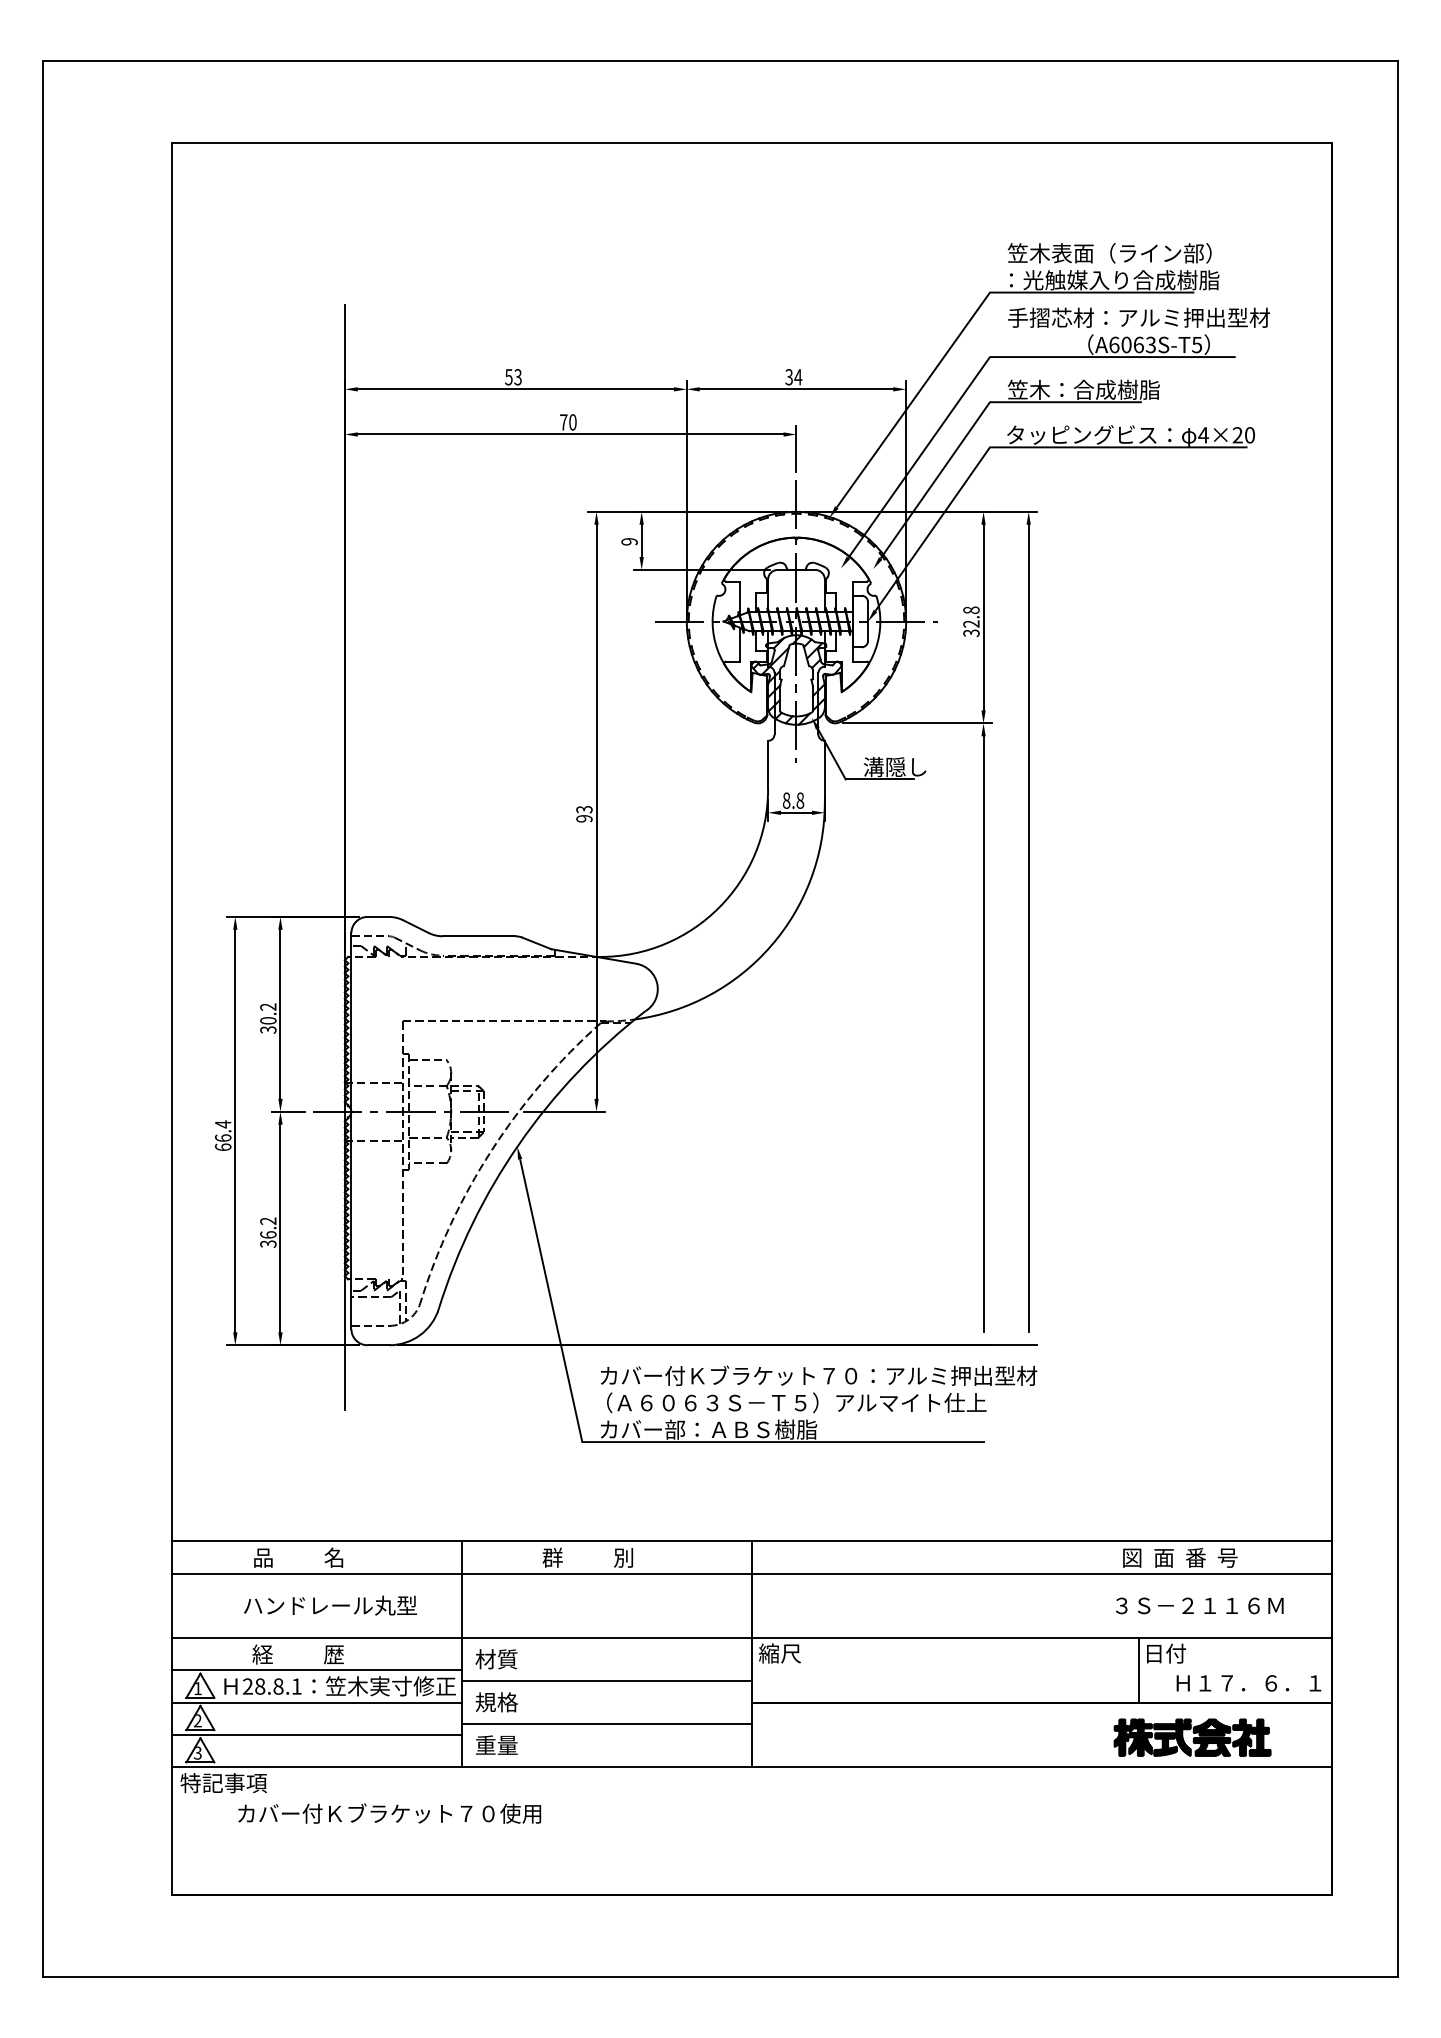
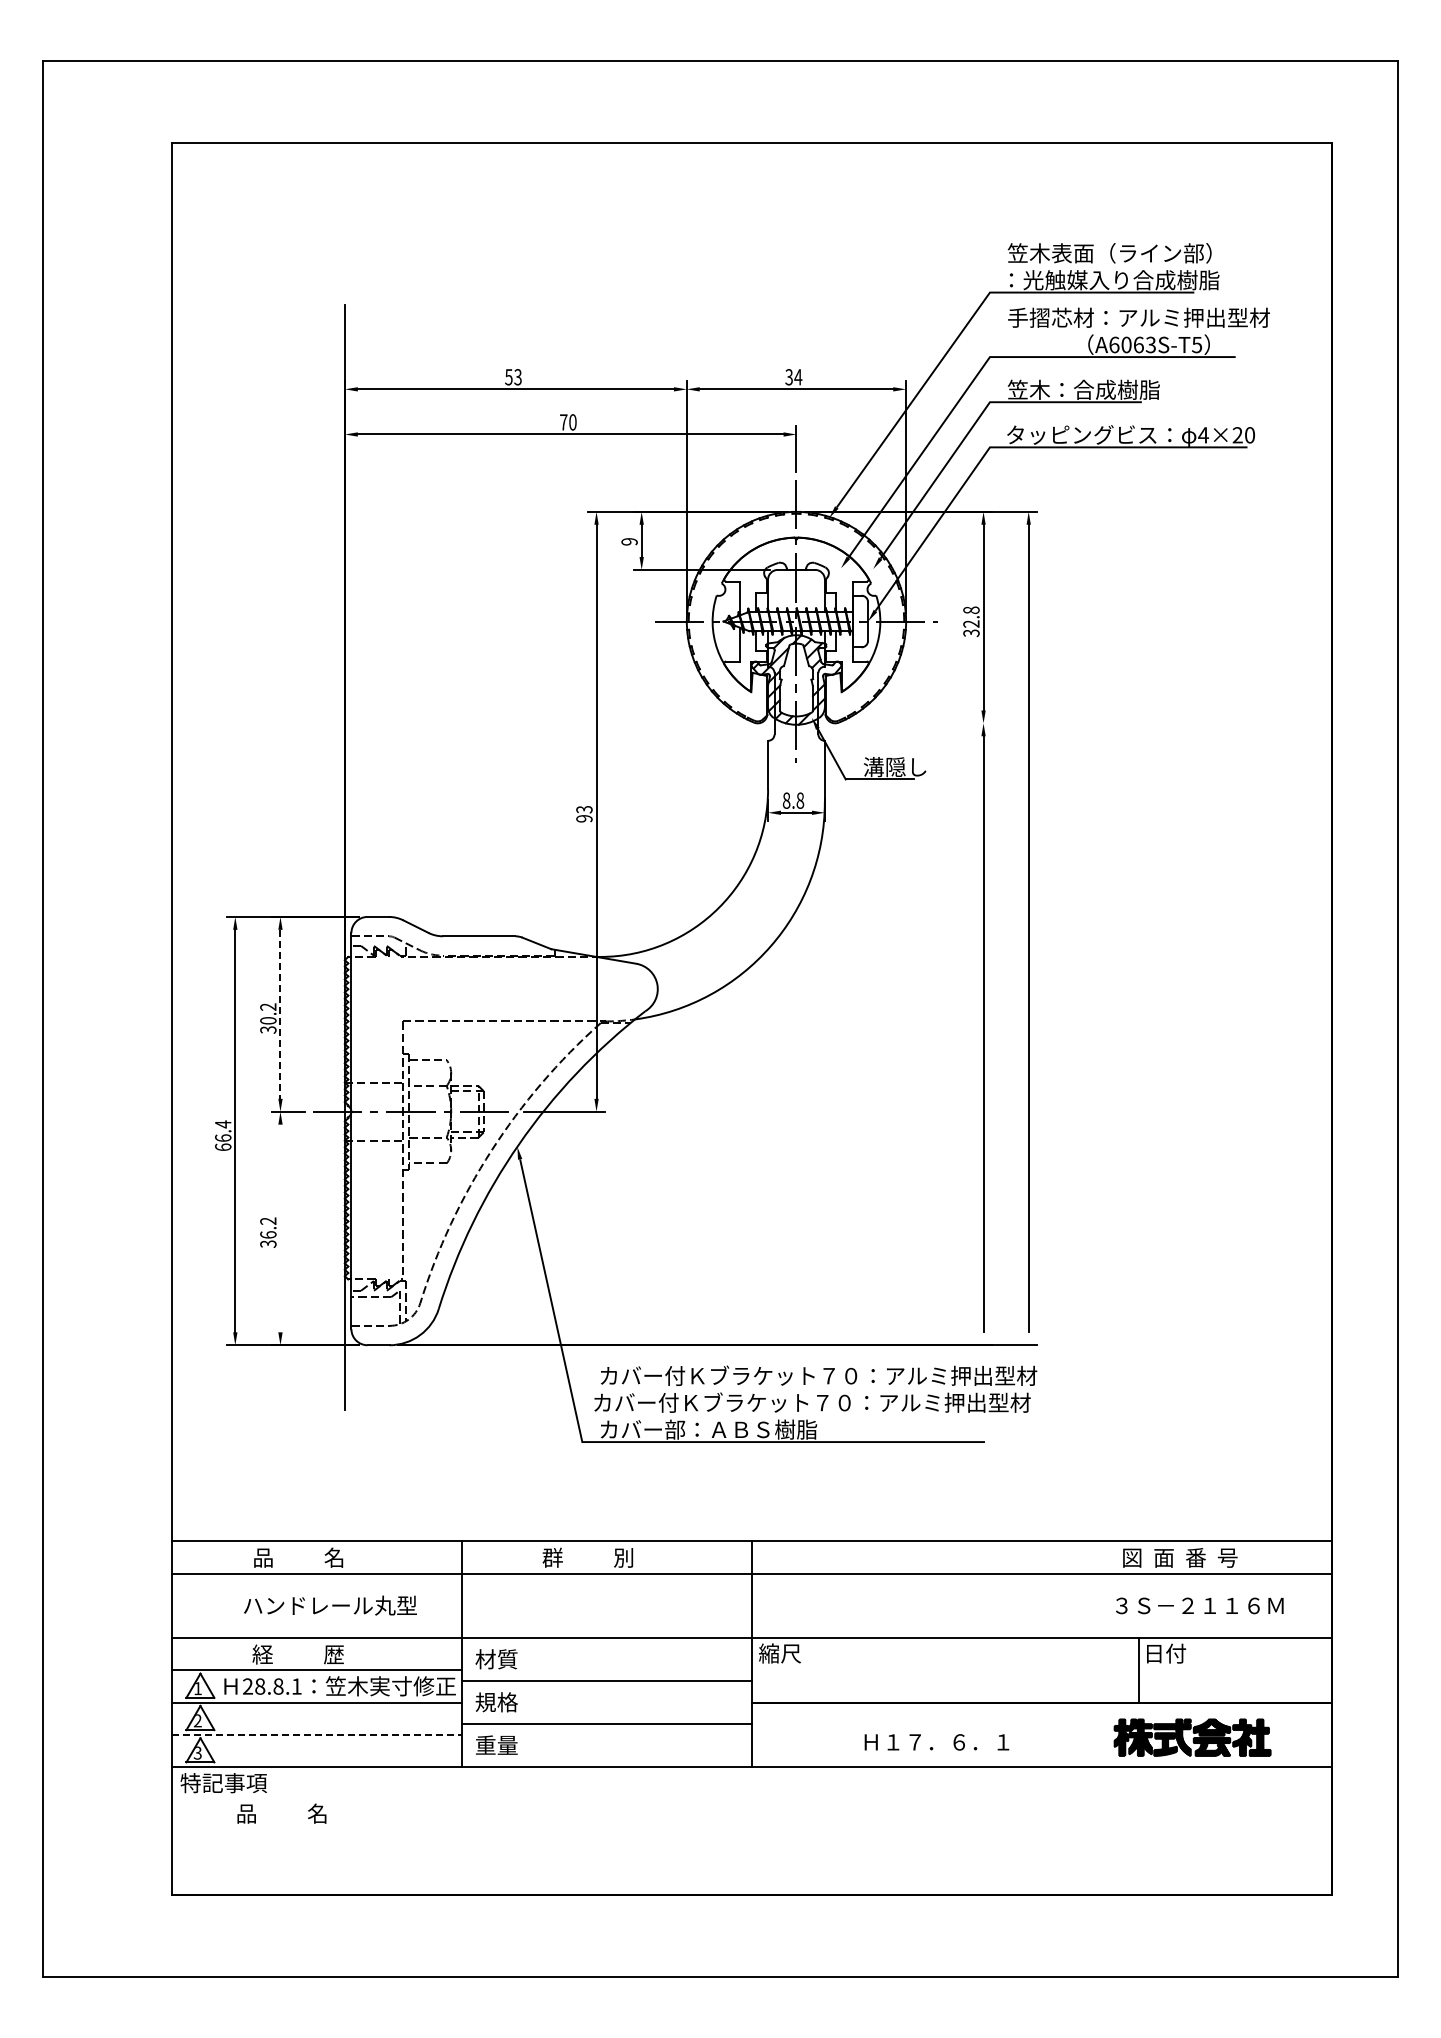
line at (917, 723): present -> none
line at (280, 1014): solid -> dashed
line at (280, 1228): present -> none
text at (812, 1402): （Ａ６０６３Ｓ－Ｔ５）アルマイト仕上 -> カバー付Ｋブラケット７０：アルミ押出型材
text at (1248, 1683) position: (1248, 1683) -> (936, 1742)
line at (316, 1734): solid -> dashed
text at (389, 1813): カバー付Ｋブラケット７０使用 -> 品          名
